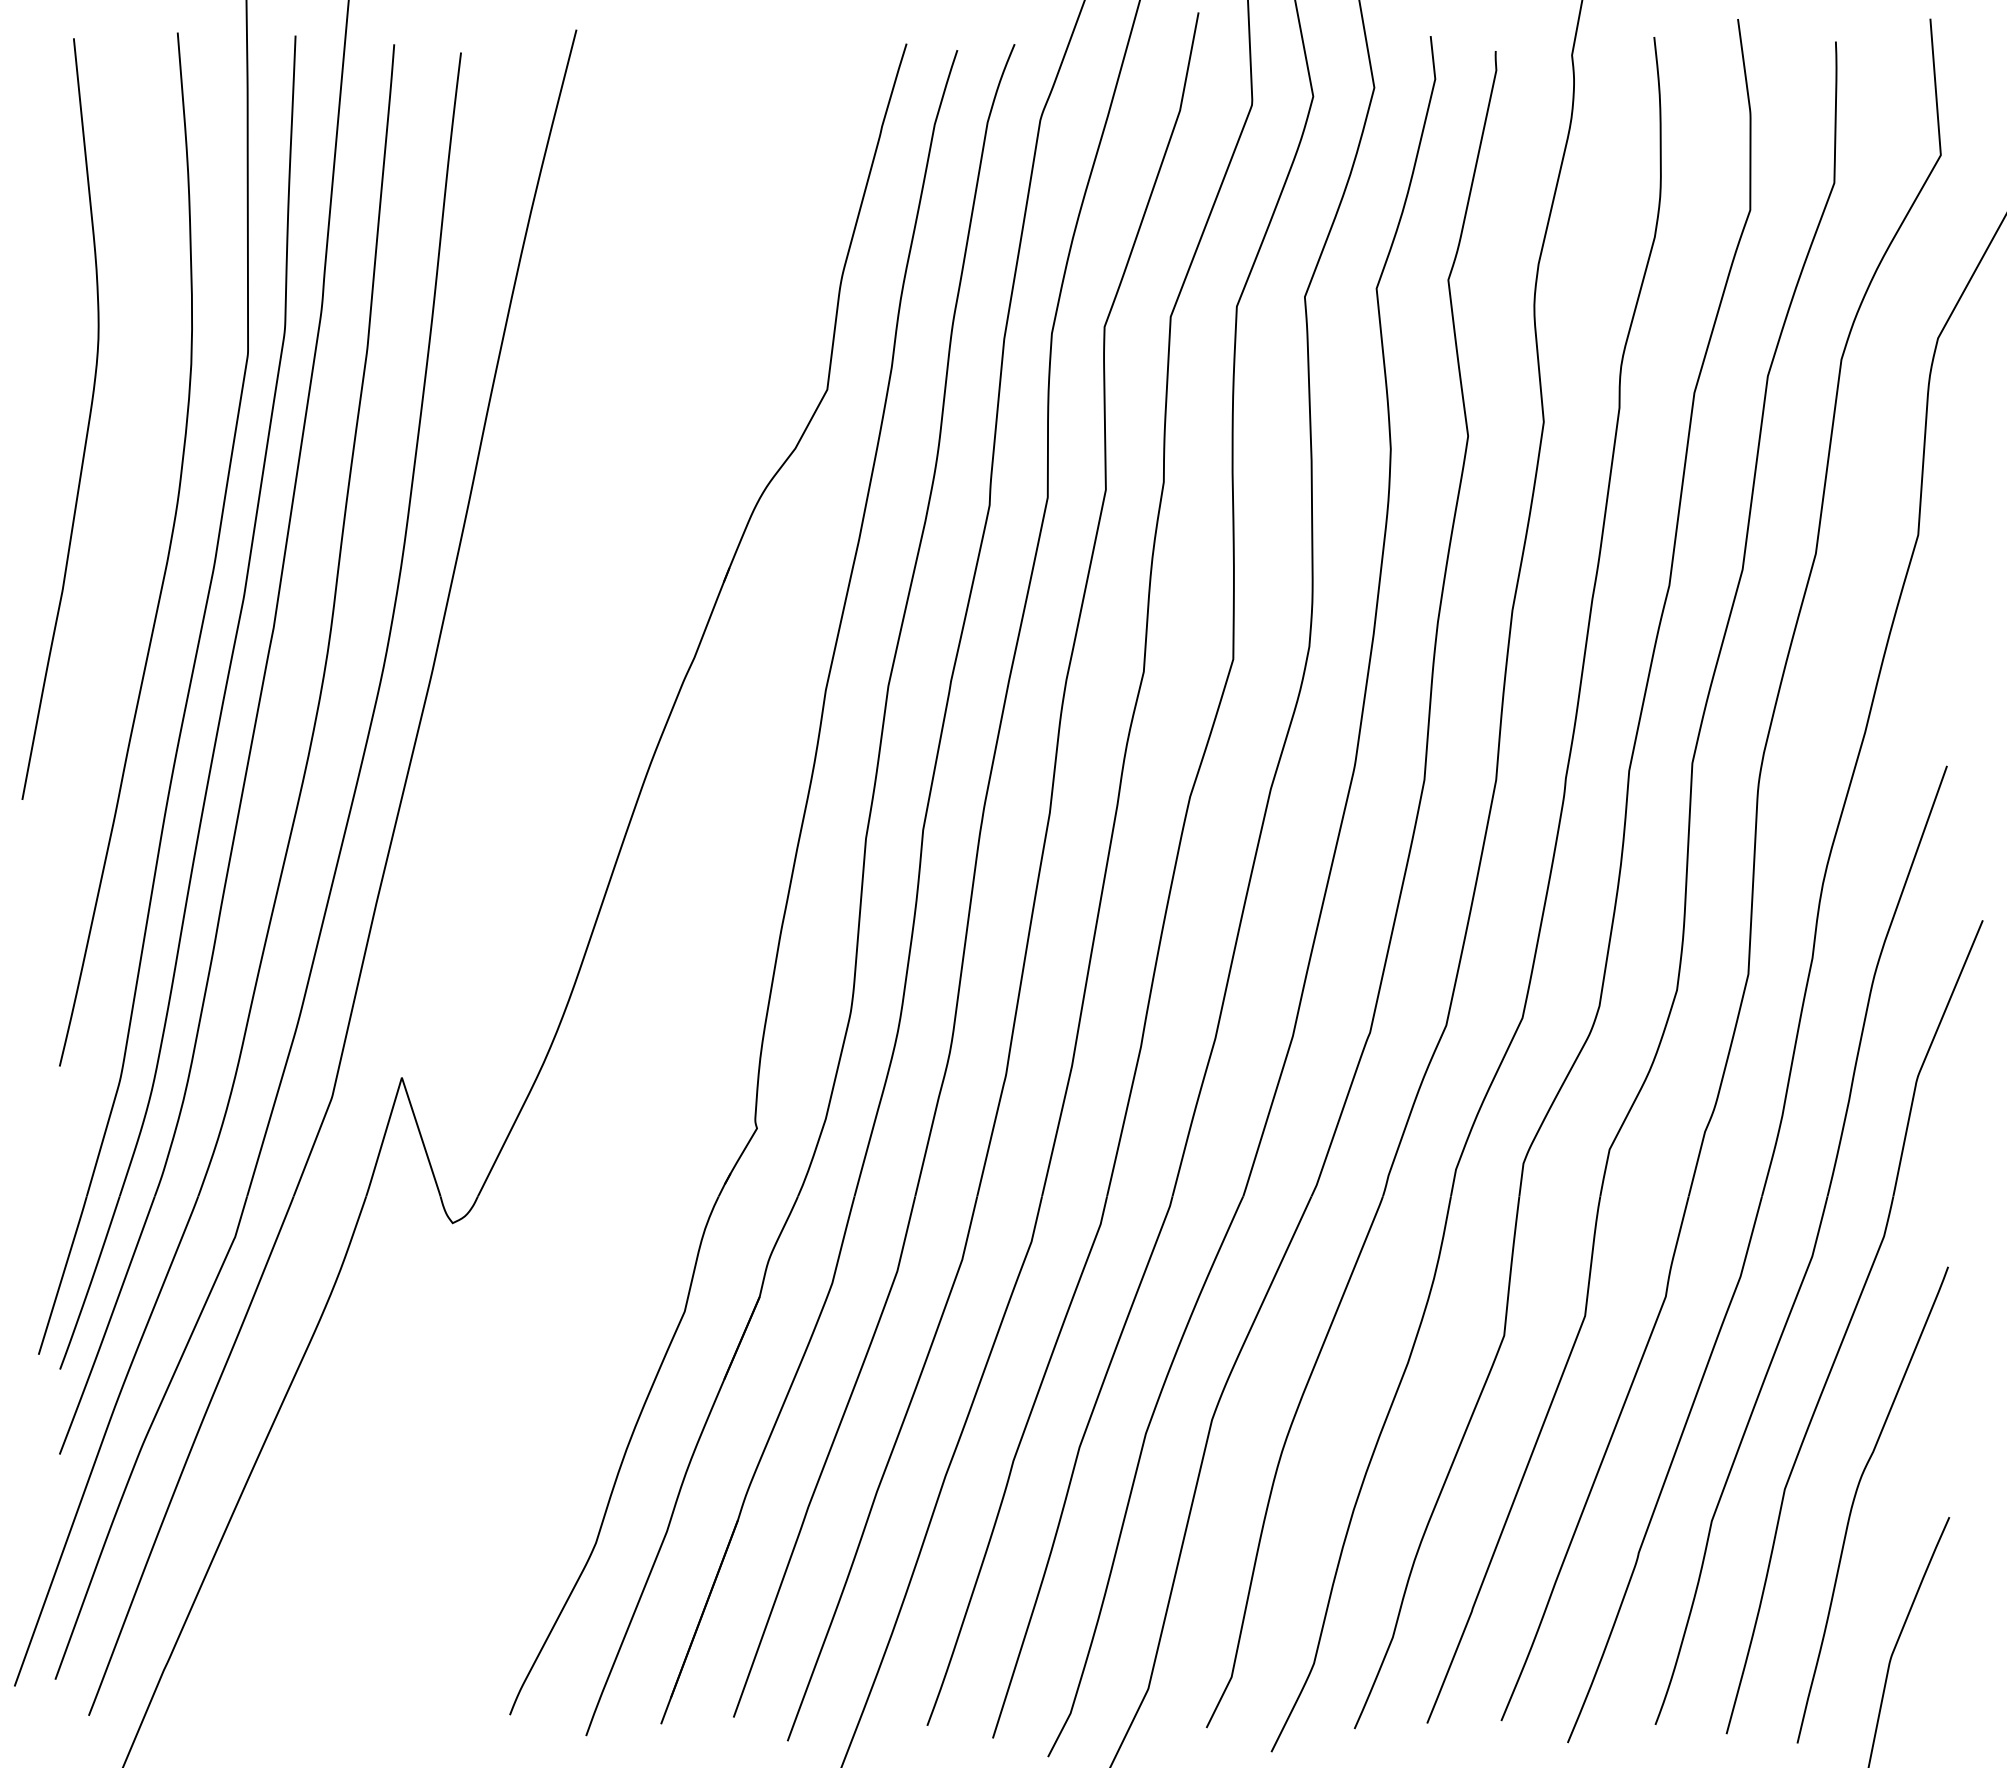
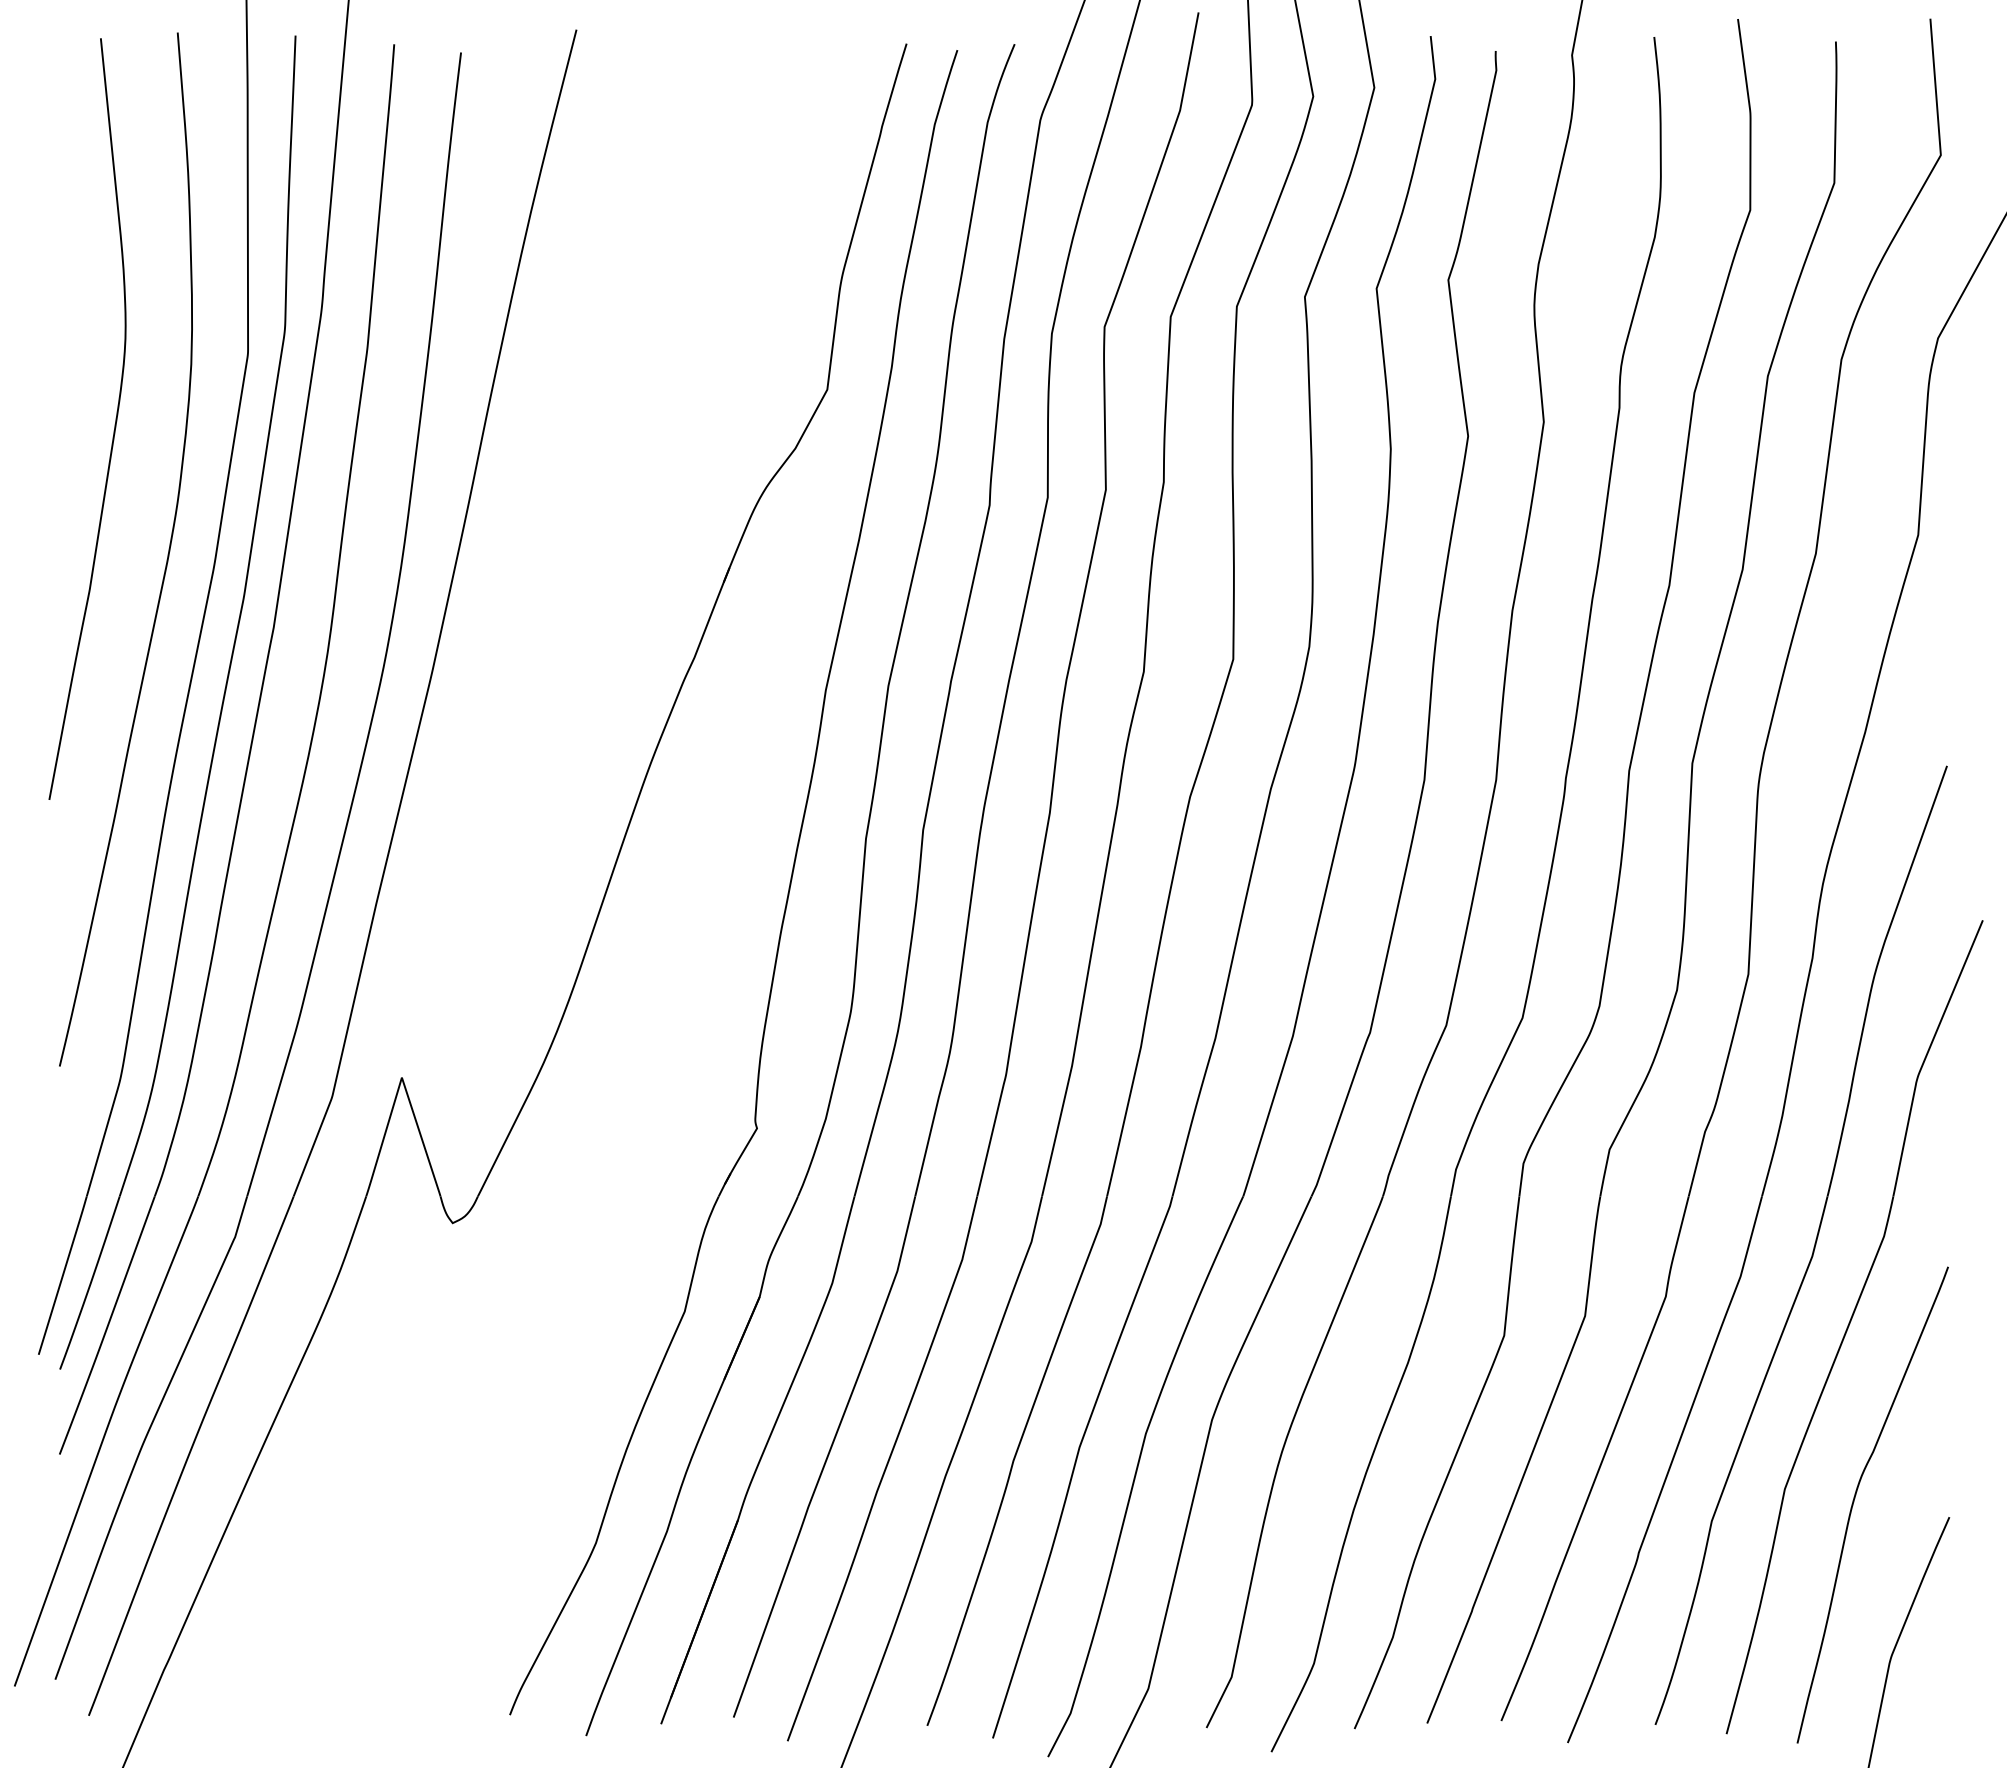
curve at (87, 424) position: (87, 424) -> (114, 424)
